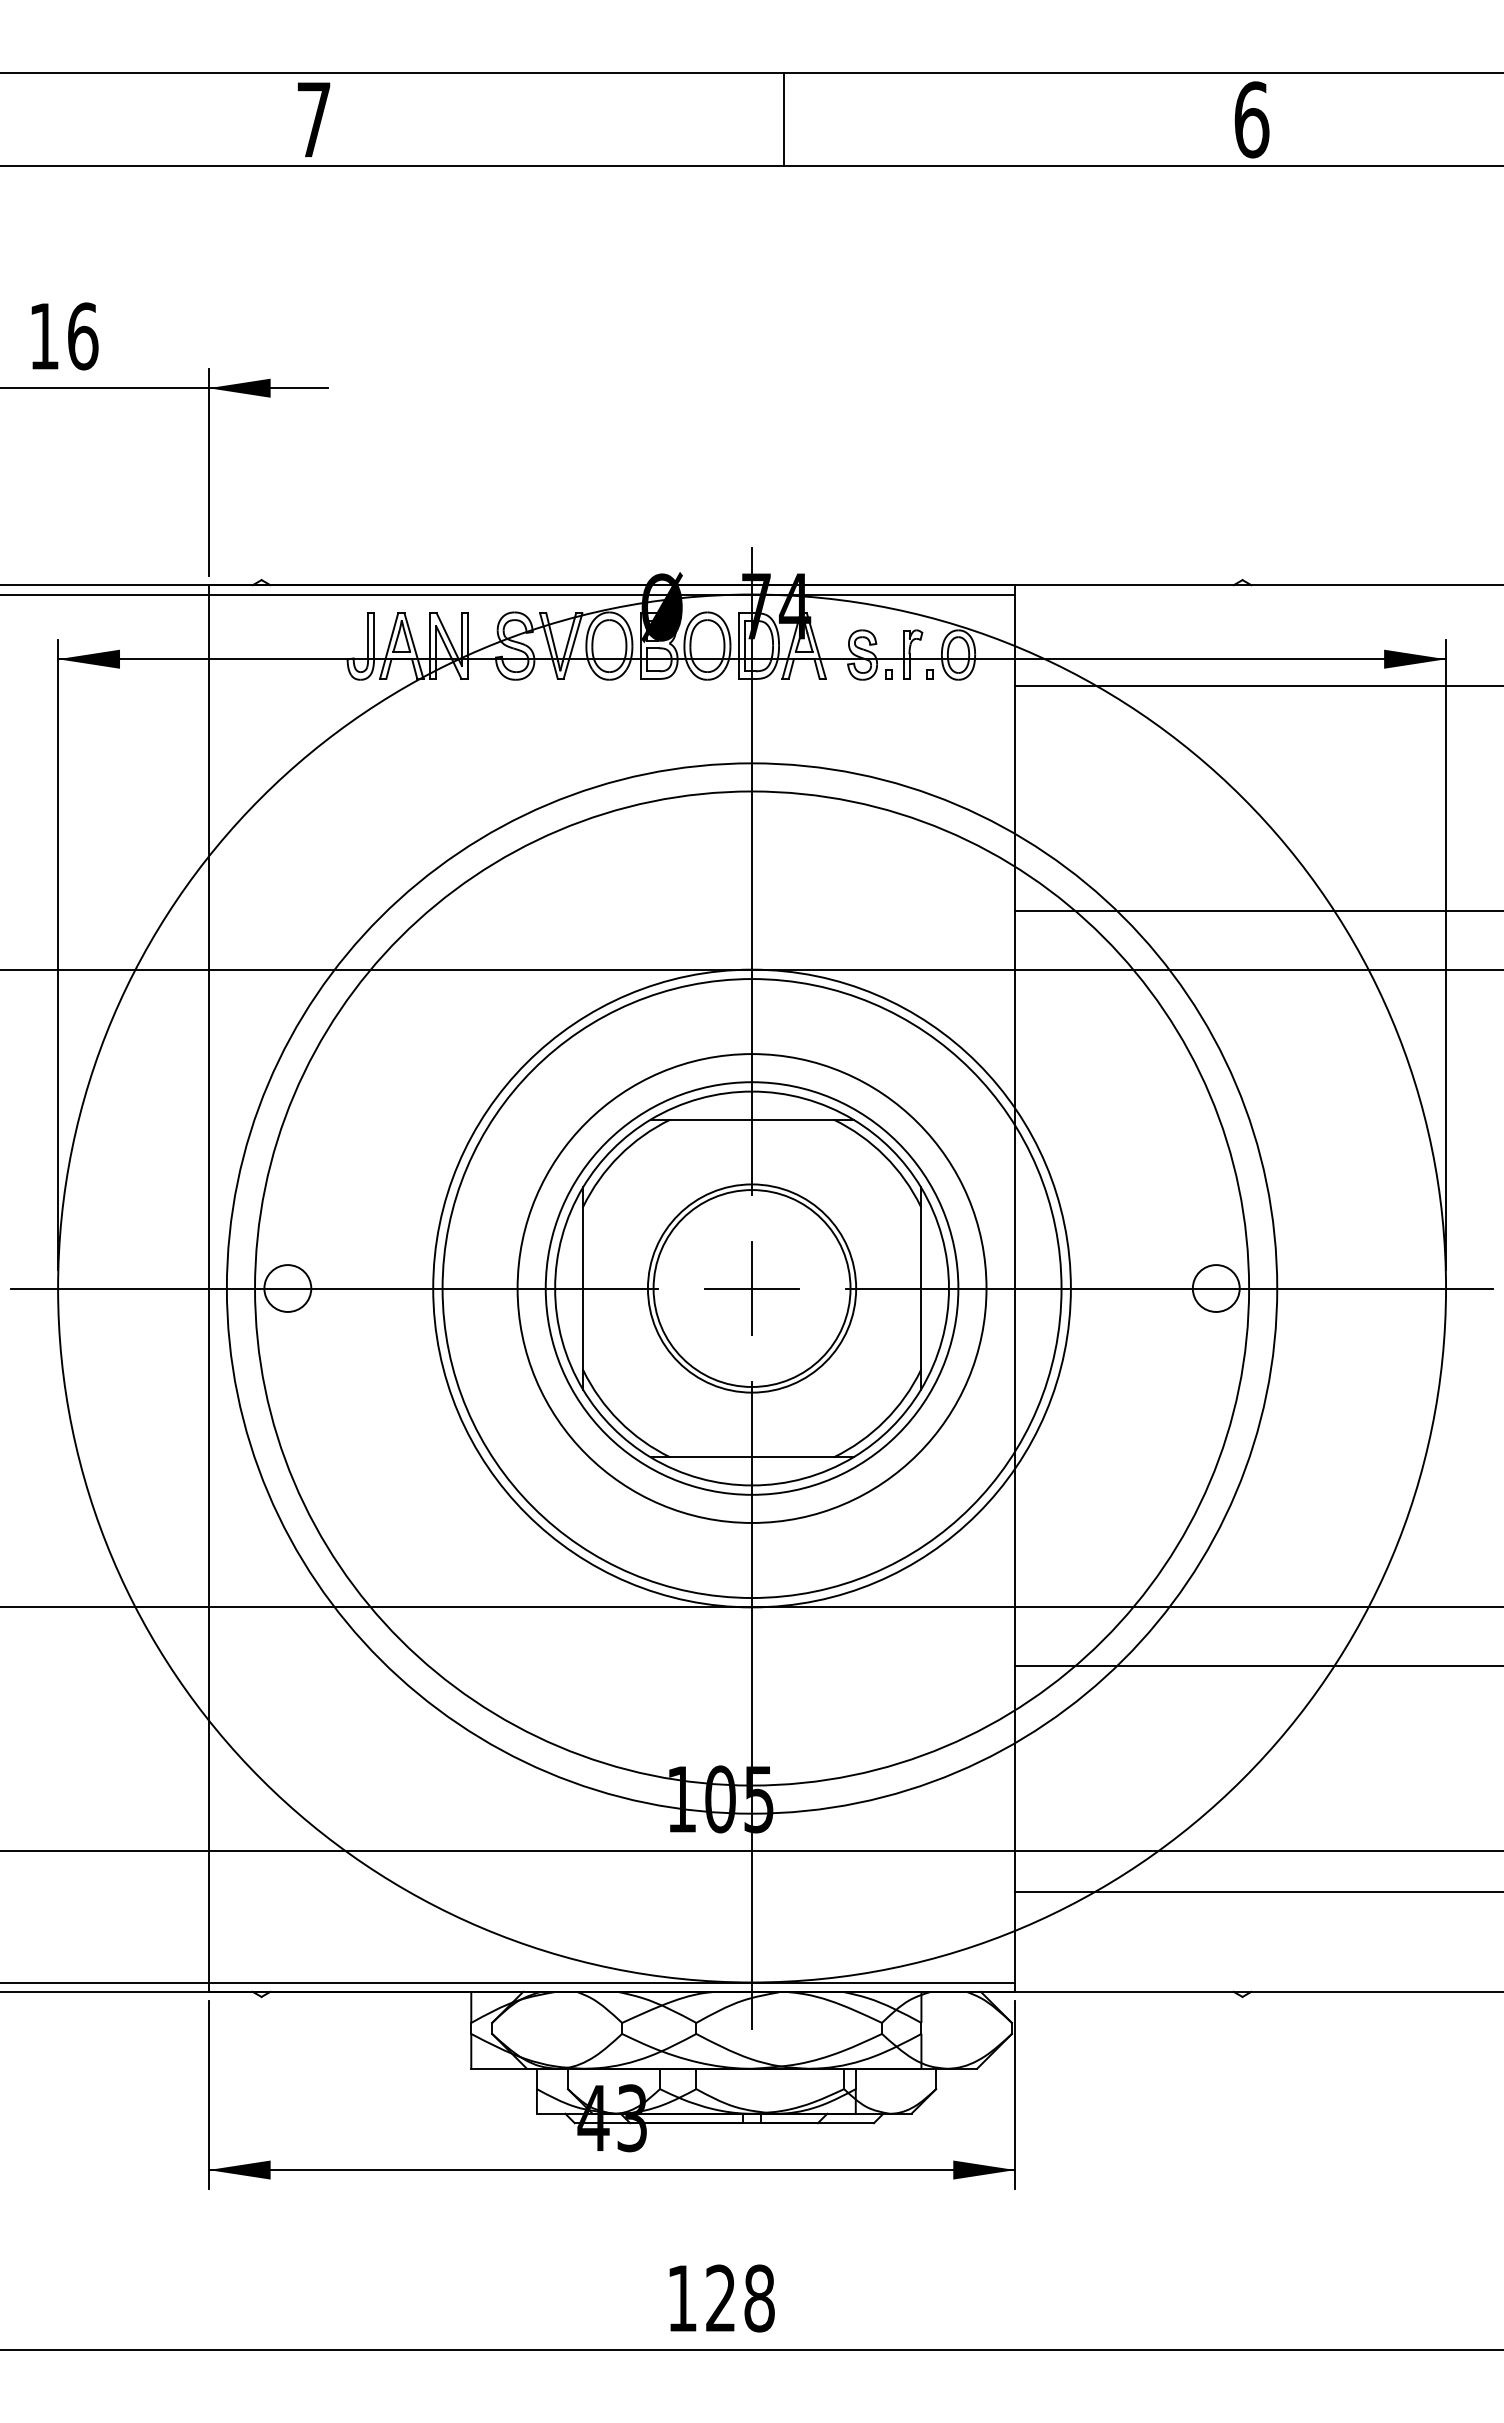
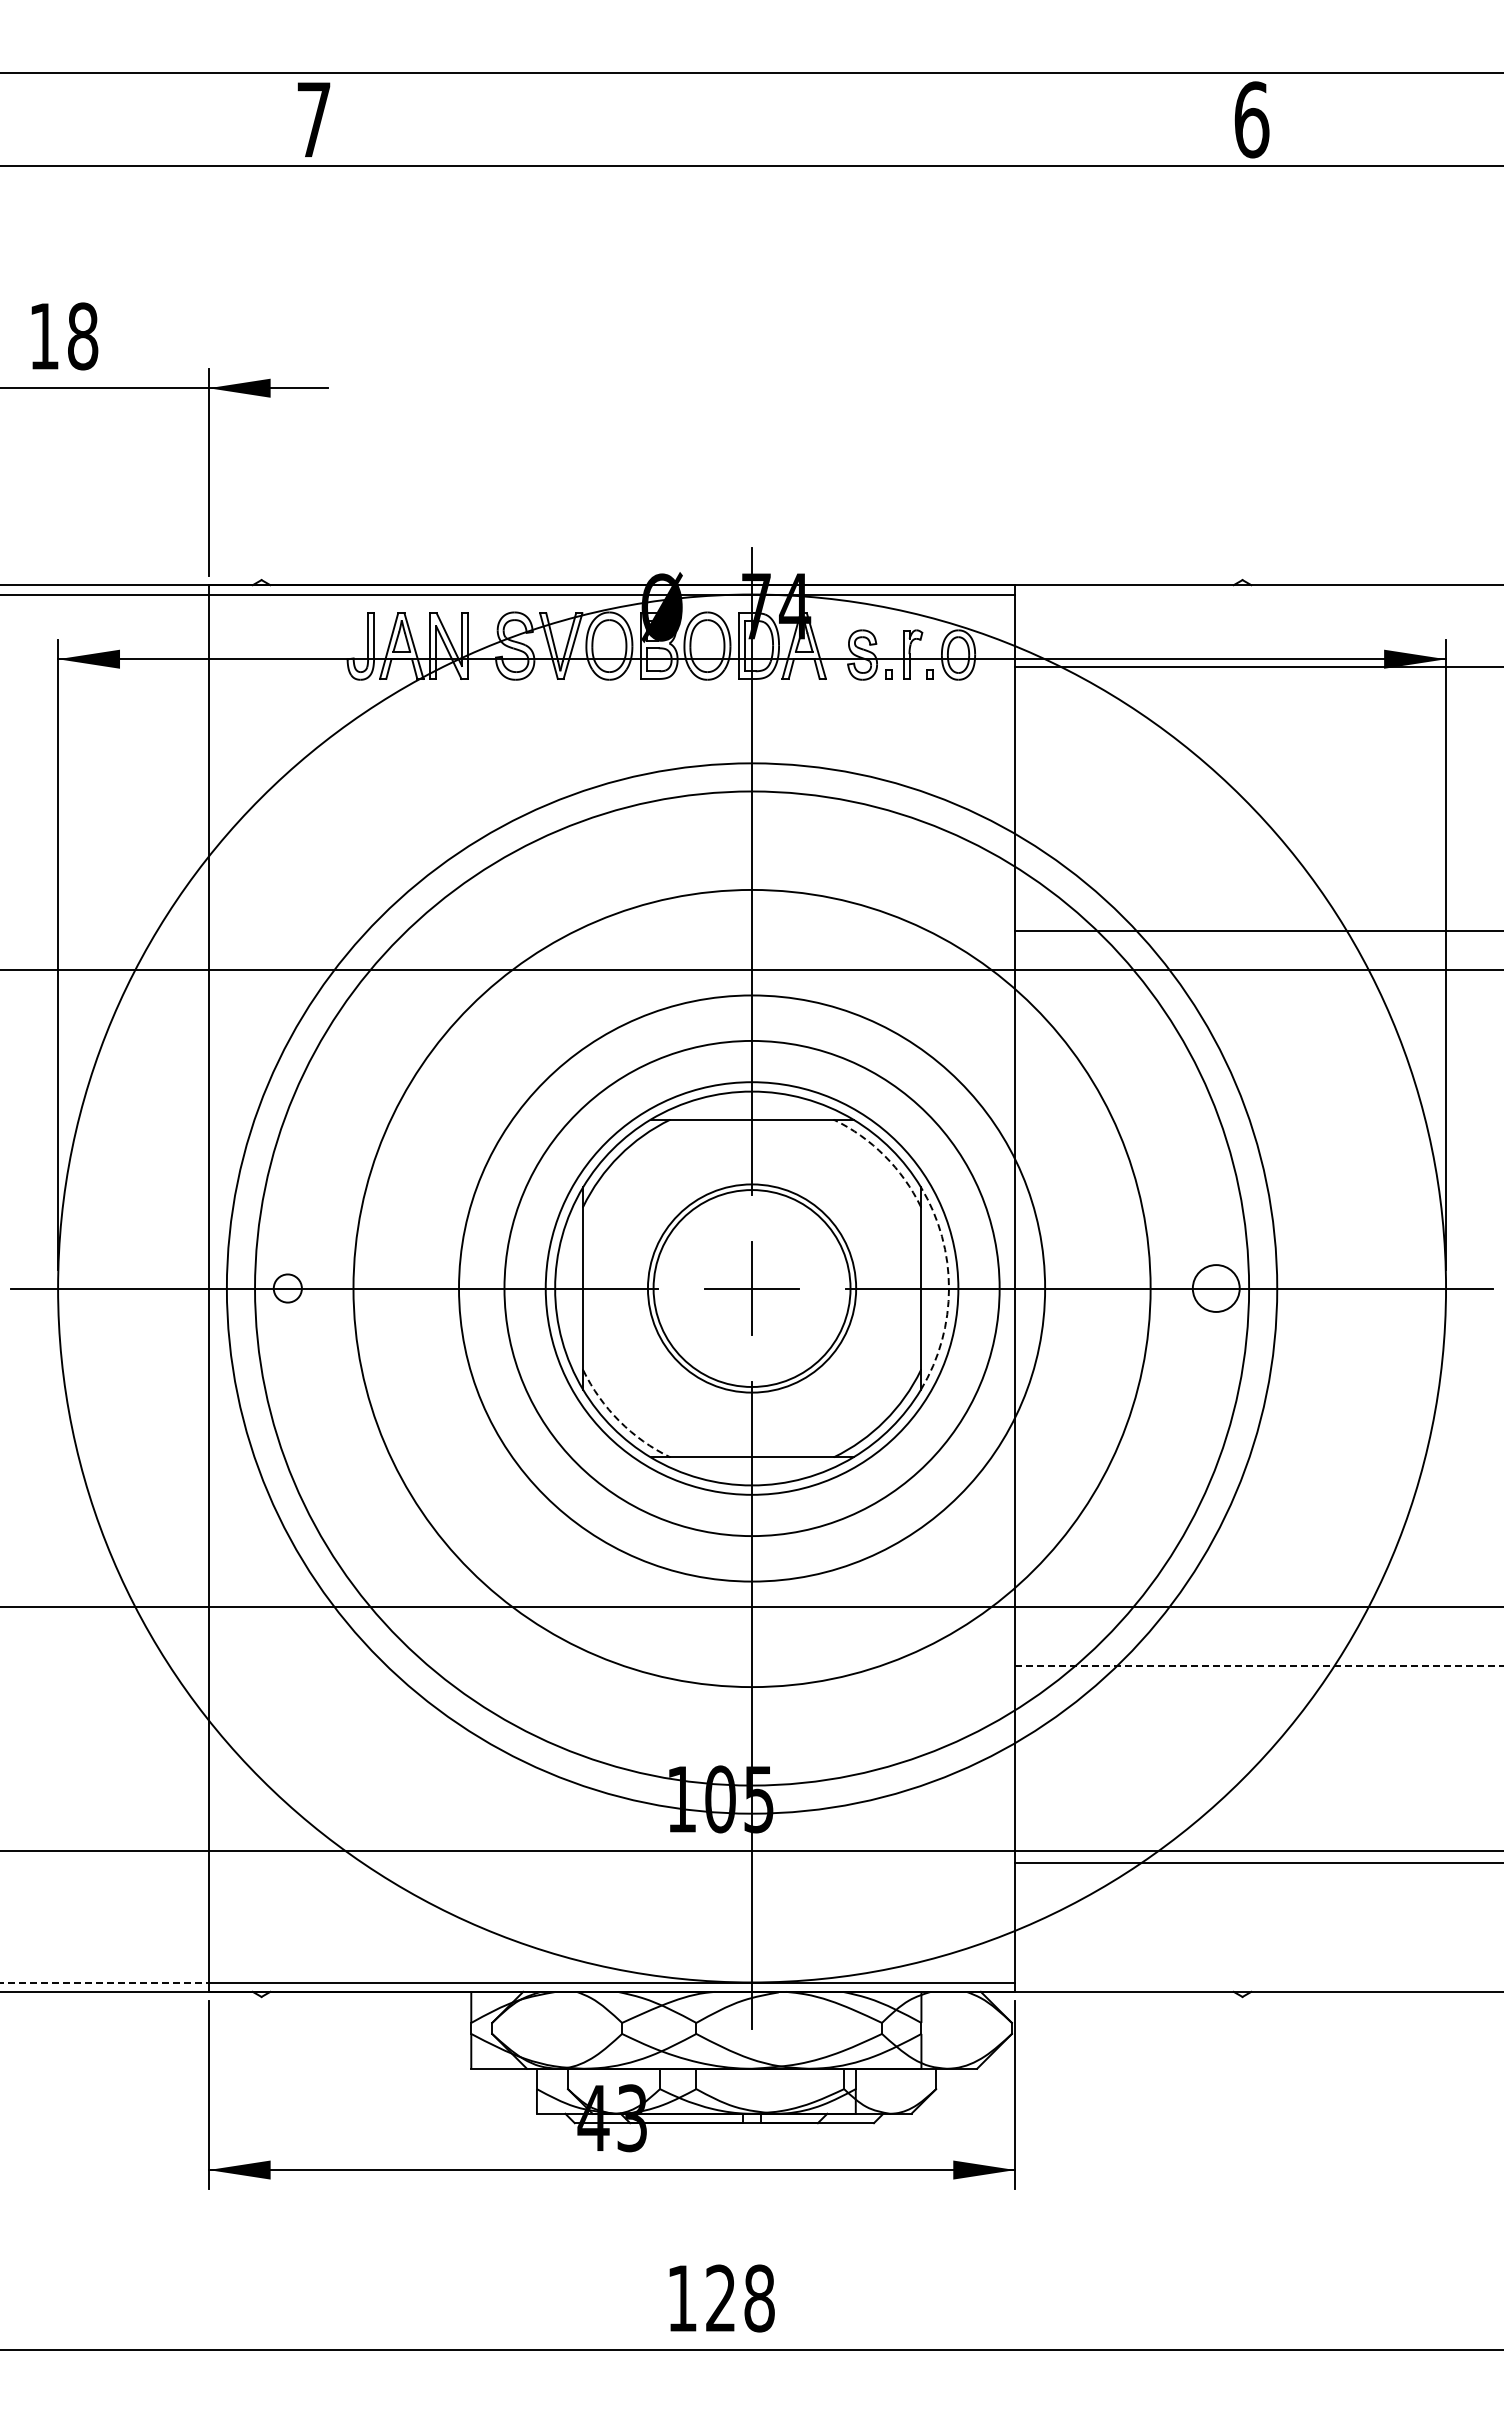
line at (783, 119): present -> none
text at (83, 336): 16 -> 18
line at (1257, 685) position: (1257, 685) -> (1257, 666)
line at (1257, 910) position: (1257, 910) -> (1257, 930)
arc at (884, 1155): solid -> dashed
circle at (287, 1288) diameter: 47 px -> 28 px
circle at (751, 1288) diameter: 469 px -> 586 px
circle at (751, 1288) diameter: 619 px -> 495 px
circle at (751, 1288) diameter: 638 px -> 797 px
arc at (949, 1288): solid -> dashed
arc at (619, 1421): solid -> dashed
line at (1259, 1666): solid -> dashed
line at (1257, 1891) position: (1257, 1891) -> (1257, 1862)
line at (105, 1982): solid -> dashed
